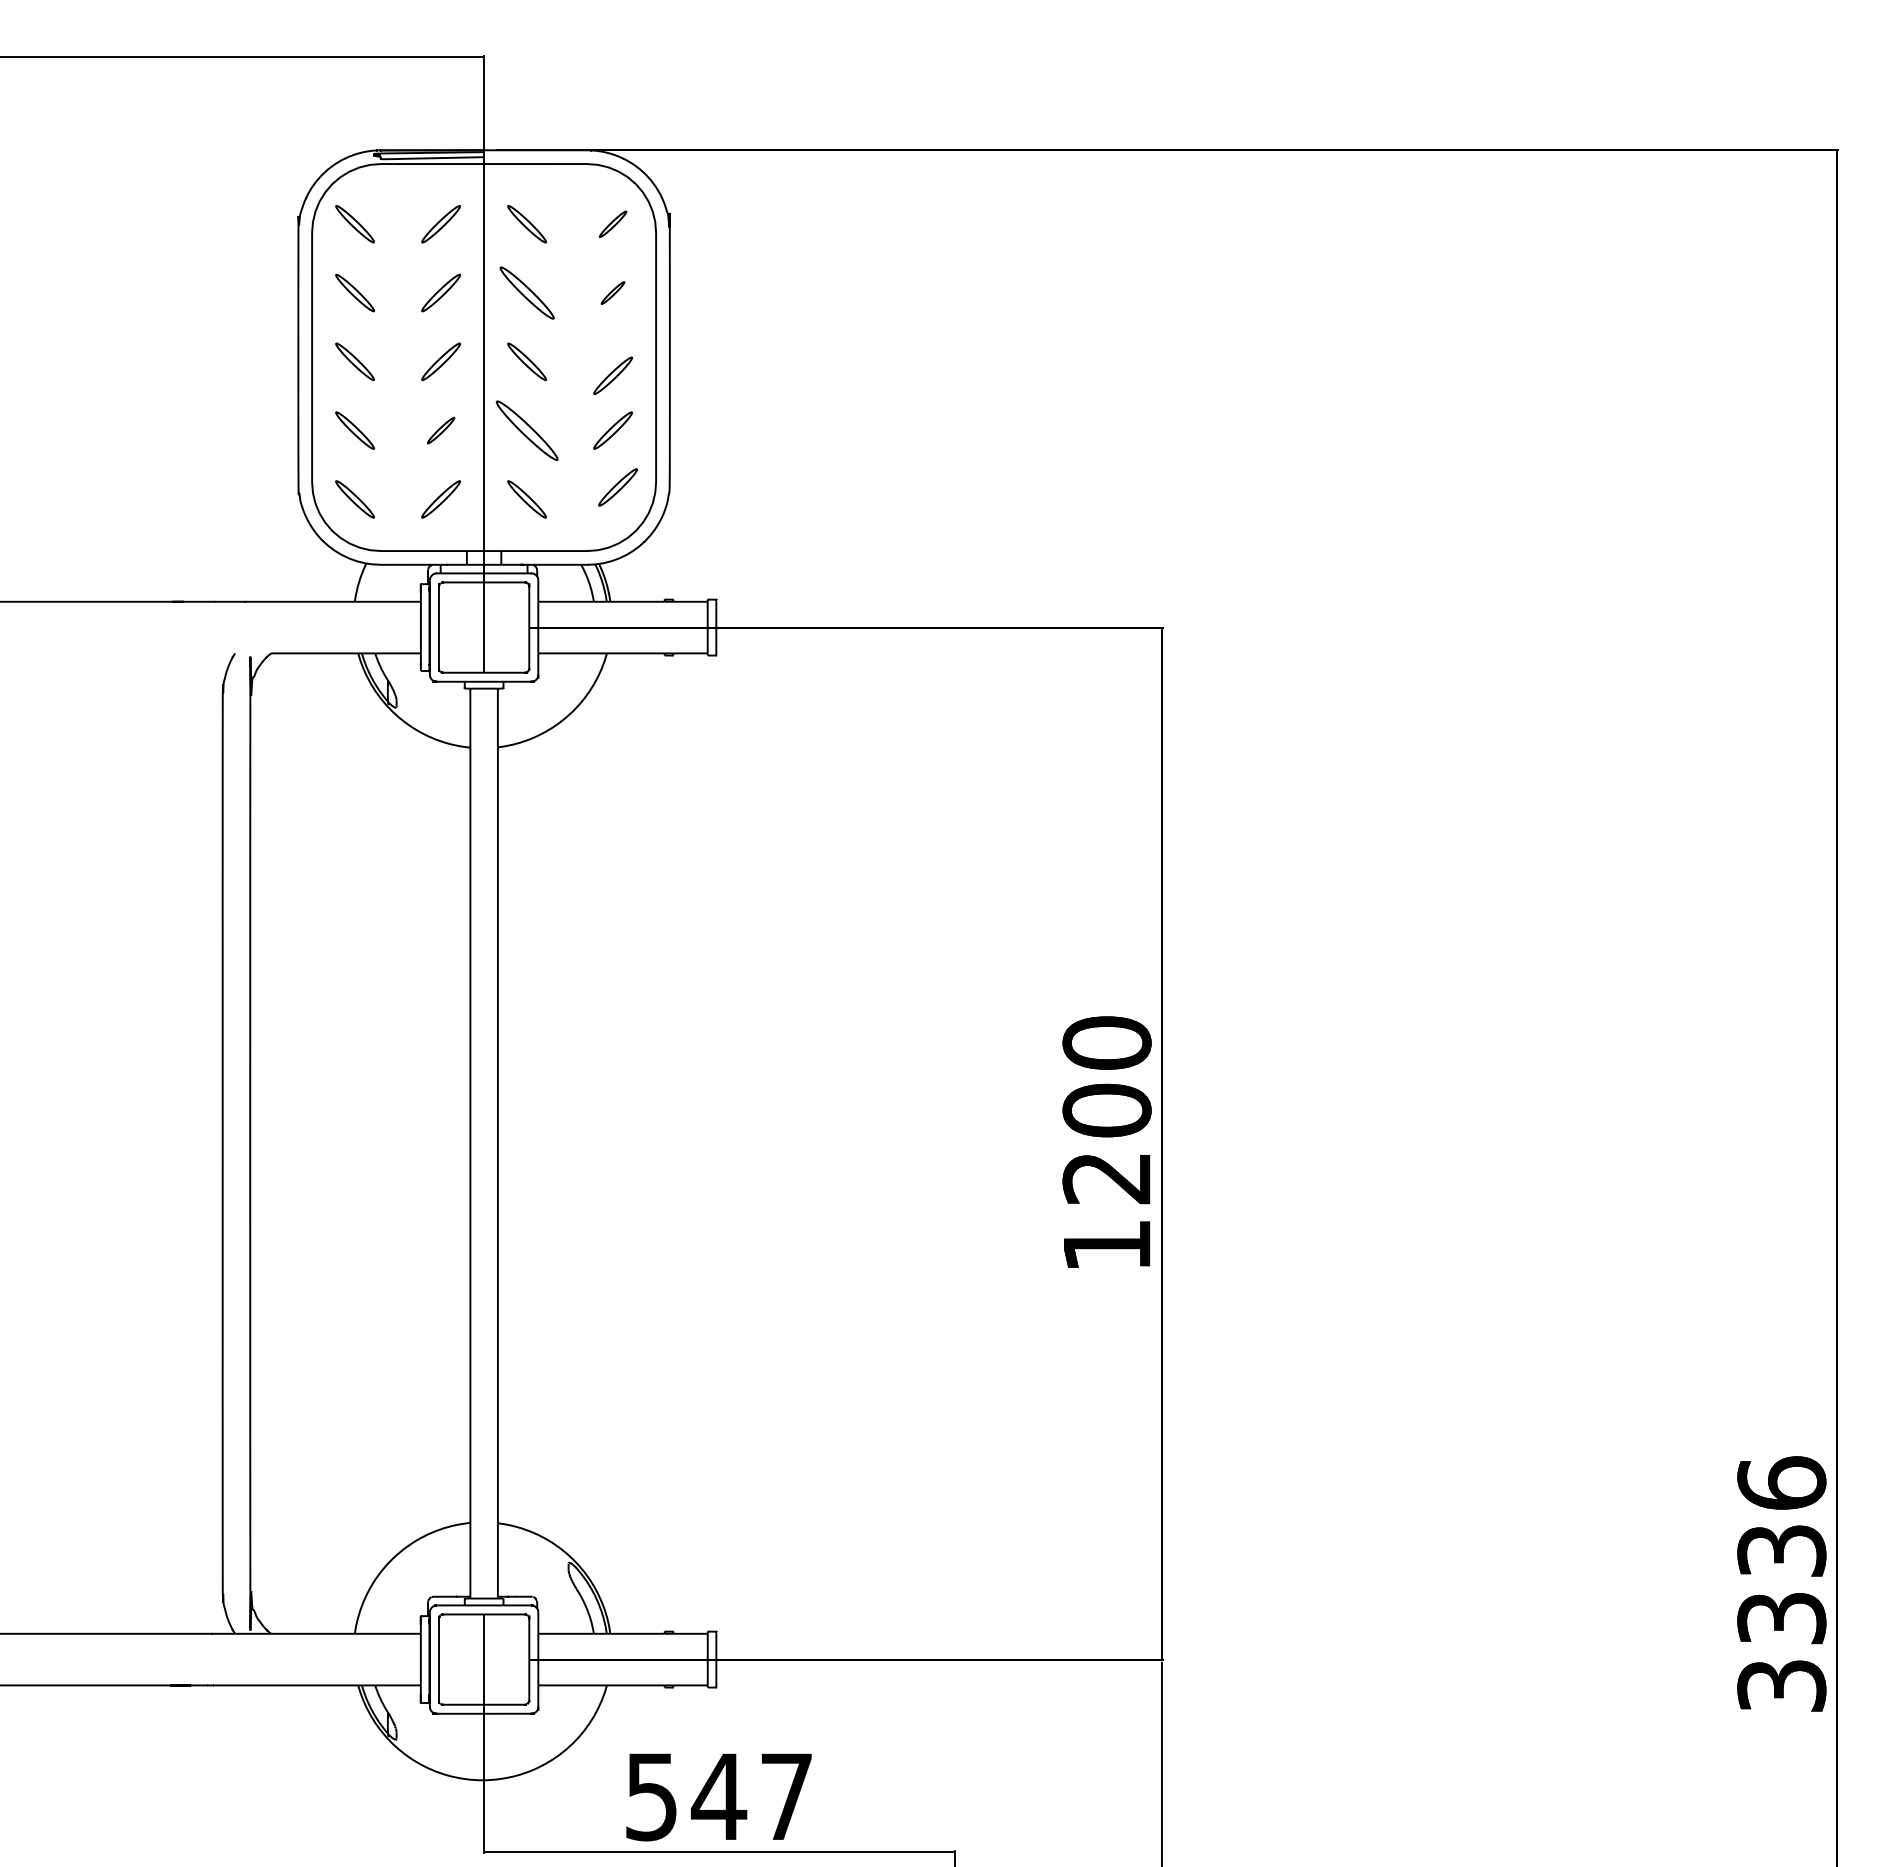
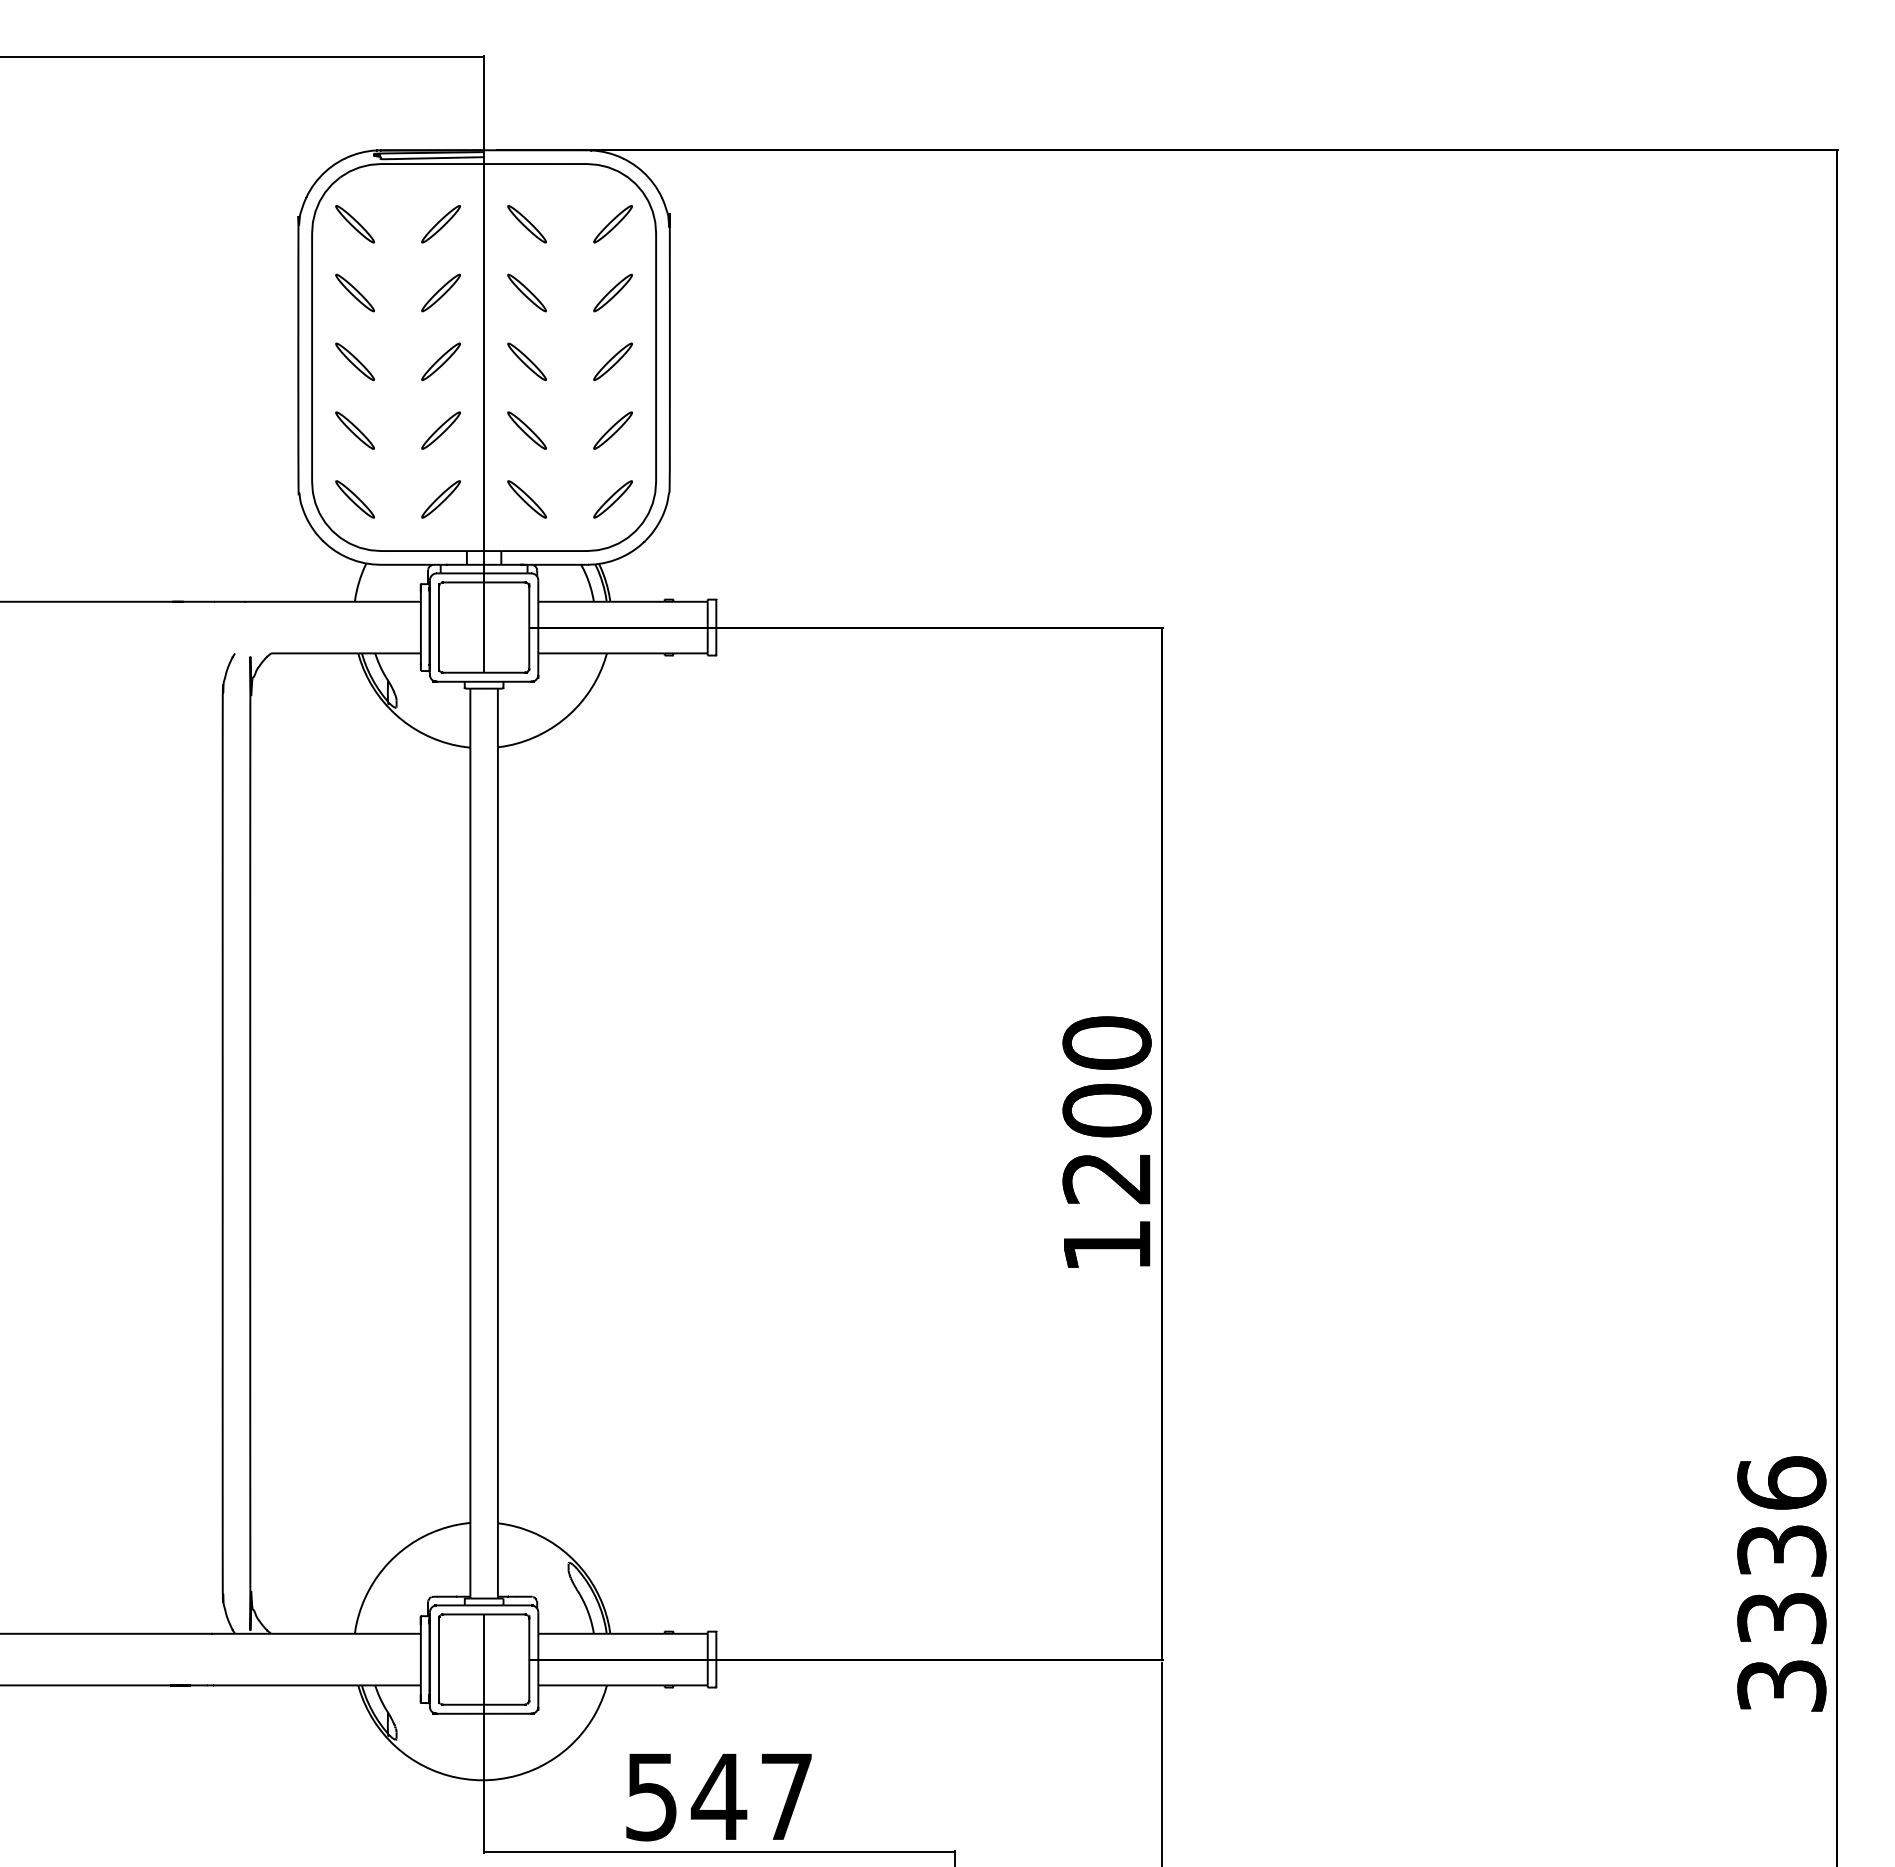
part at (612, 223) size: 30x28 px -> 40x39 px
part at (526, 292) size: 56x54 px -> 40x40 px
part at (612, 292) size: 26x24 px -> 40x40 px
part at (612, 375) position: (612, 375) -> (612, 361)
part at (441, 430) size: 29x28 px -> 40x39 px
part at (526, 430) size: 64x61 px -> 40x39 px
part at (617, 487) position: (617, 487) -> (612, 499)
